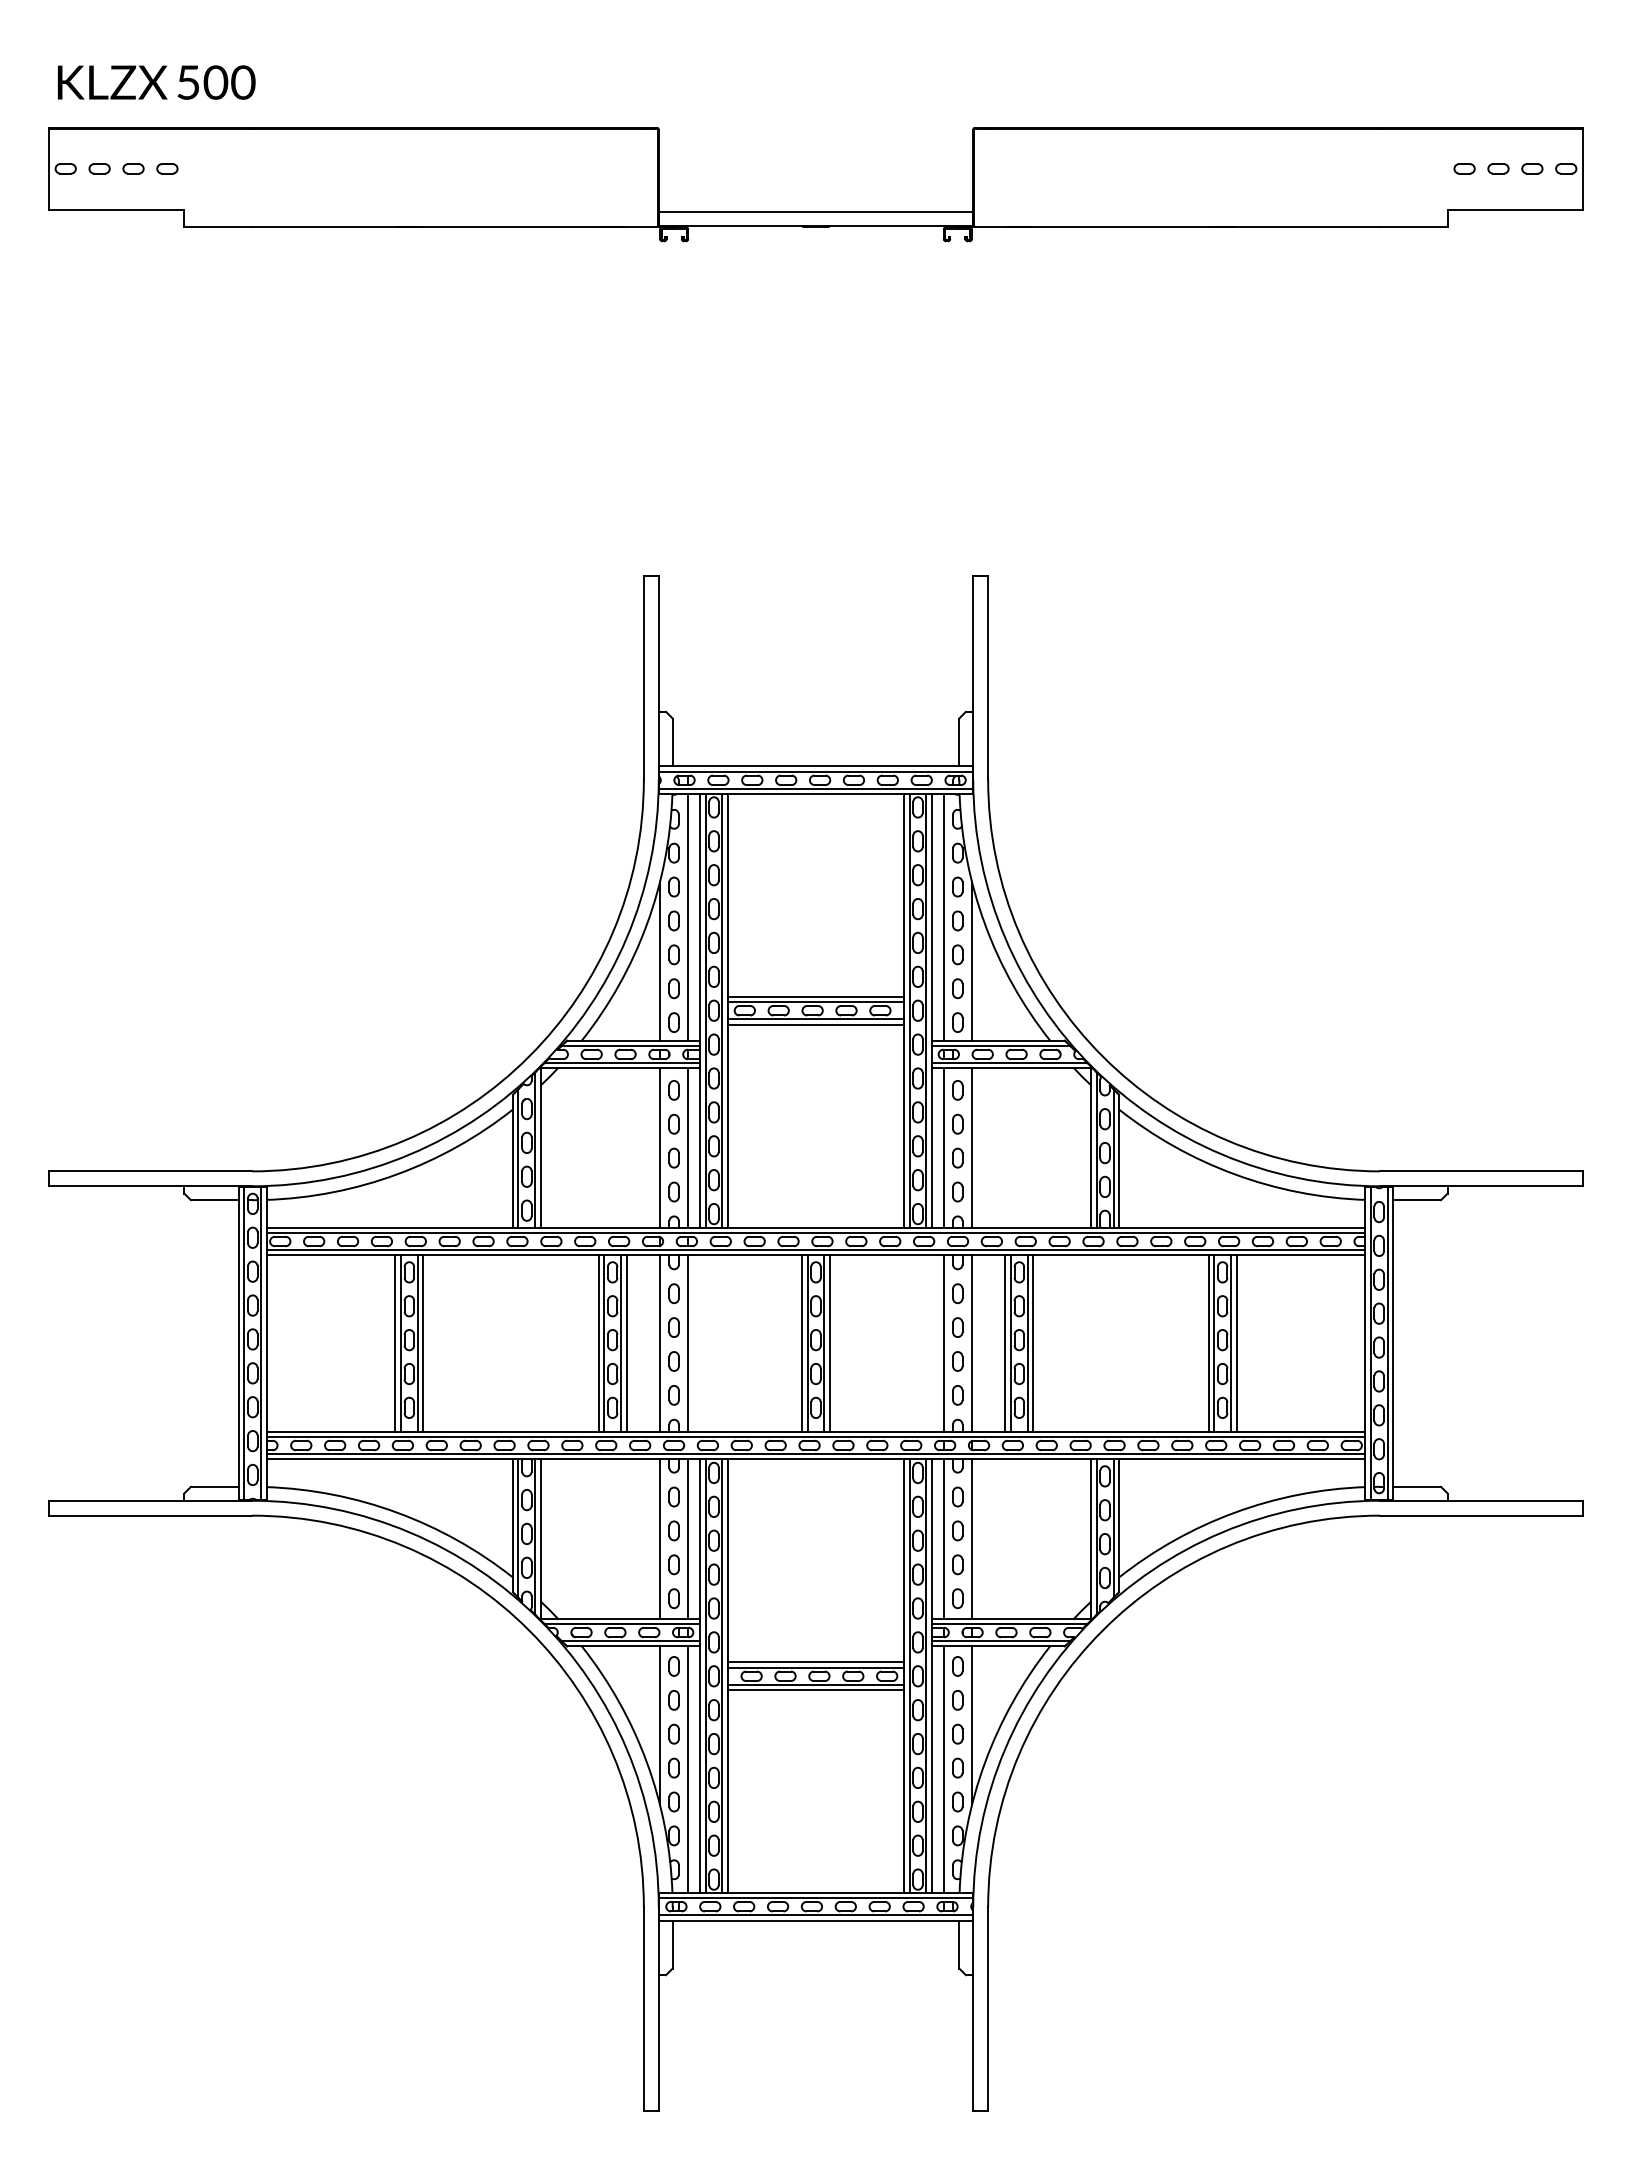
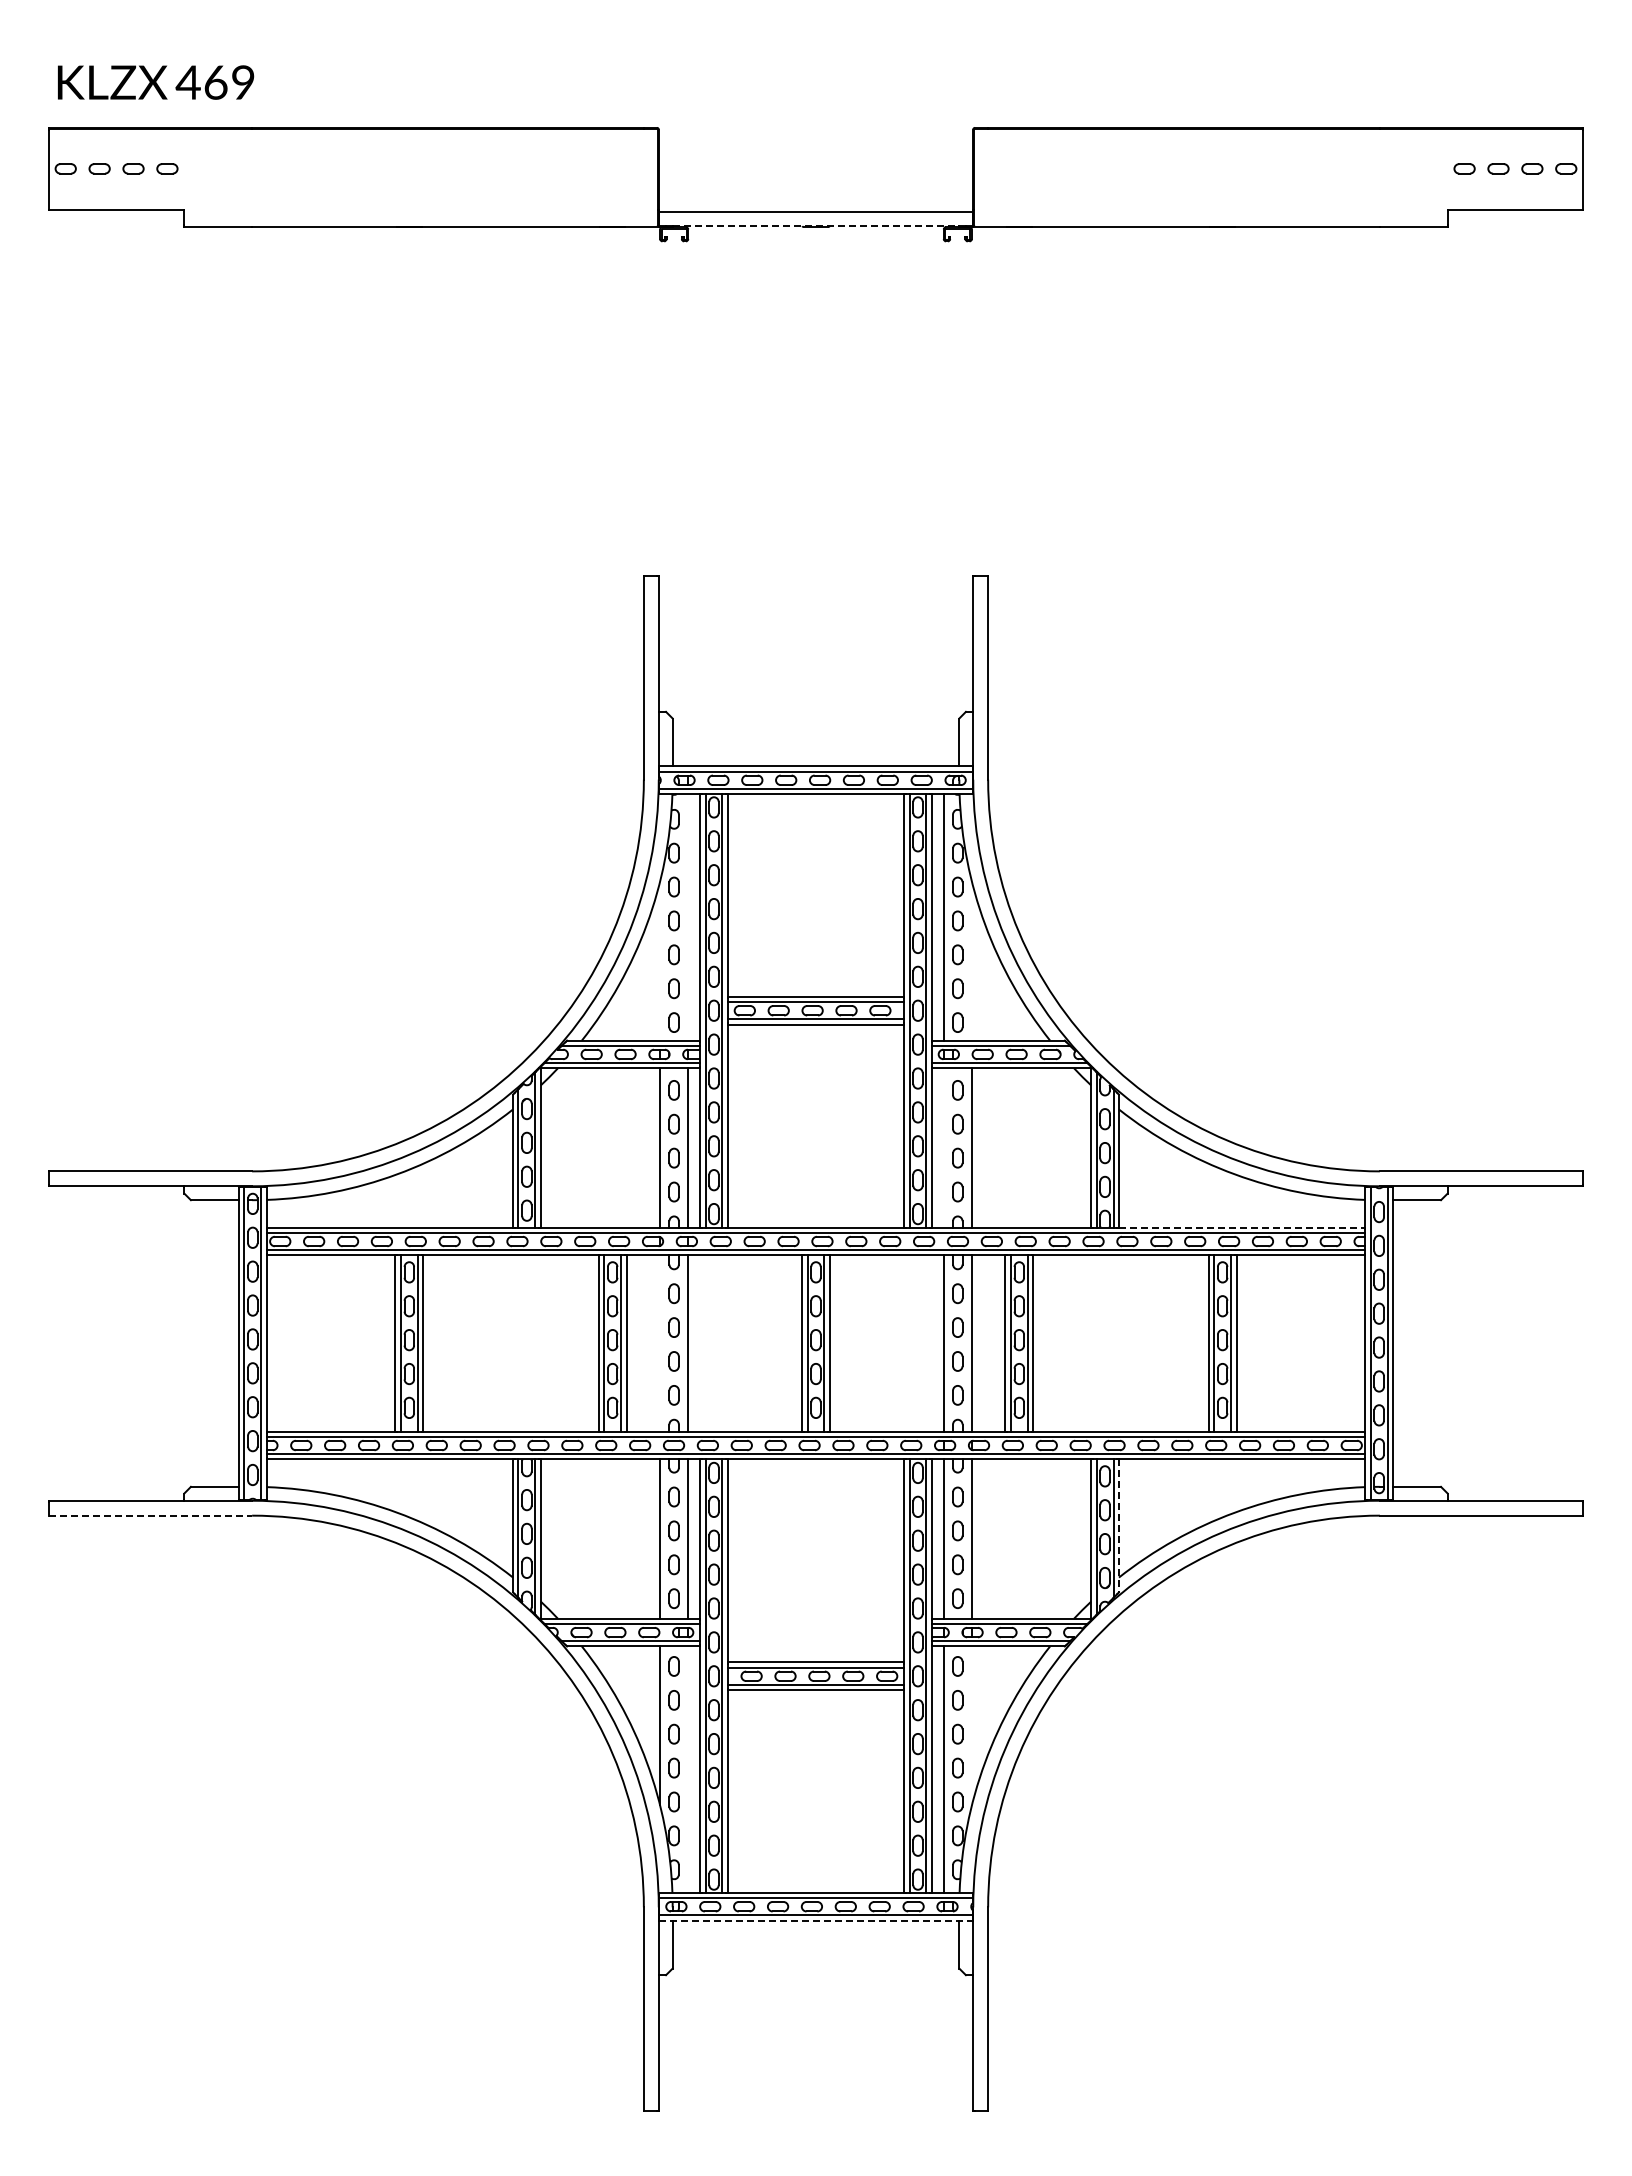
text at (215, 82): 500 -> 469
line at (816, 226): solid -> dashed
line at (688, 917): present -> none
line at (660, 960): present -> none
line at (971, 960): present -> none
line at (943, 1147): present -> none
line at (1242, 1227): solid -> dashed
line at (660, 1343): present -> none
line at (150, 1515): solid -> dashed
line at (1118, 1525): solid -> dashed
line at (971, 1725): present -> none
line at (688, 1769): present -> none
line at (816, 1920): solid -> dashed
